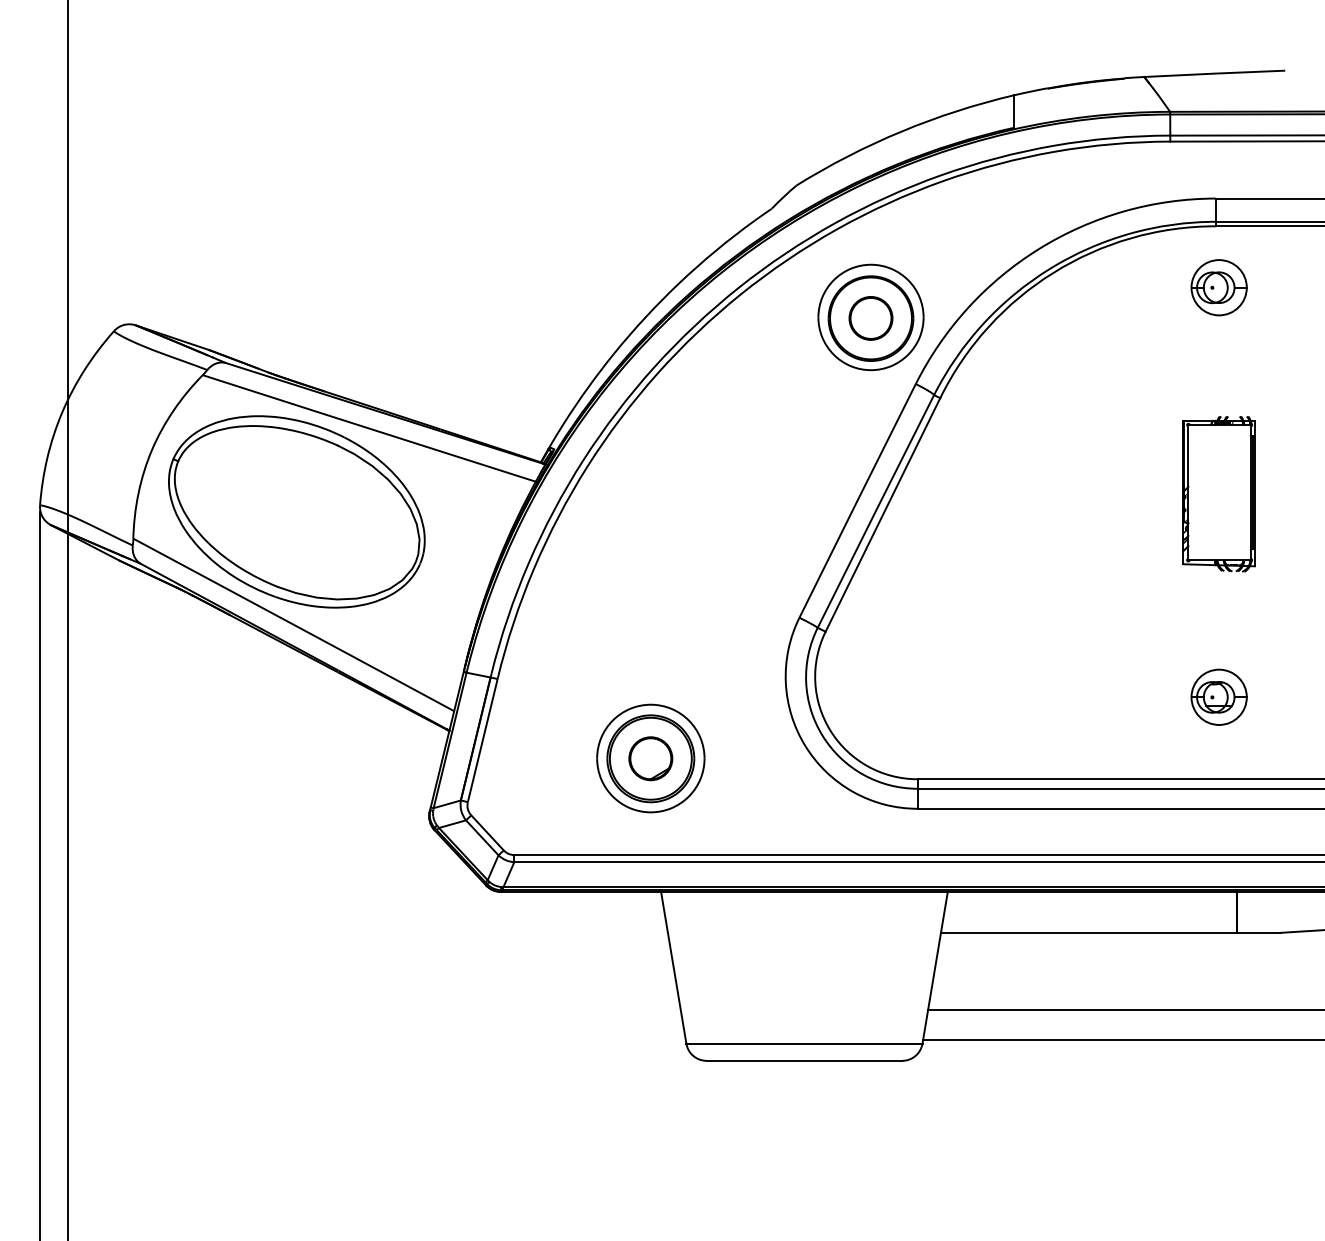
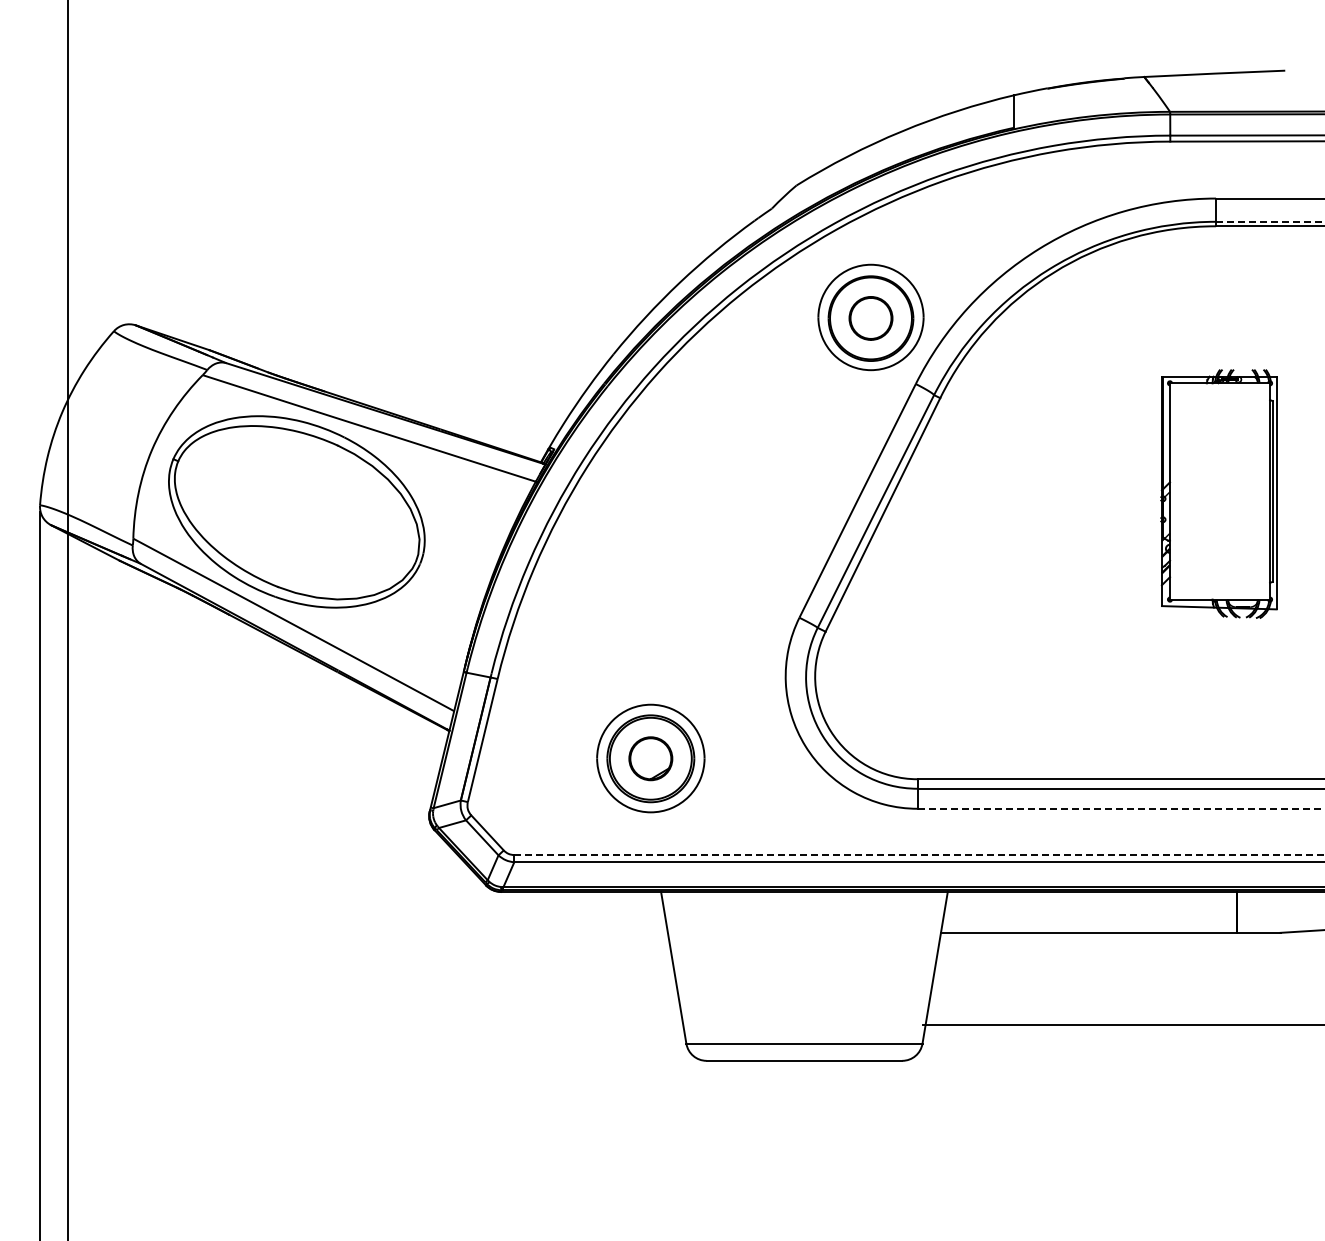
line at (1270, 221): solid -> dashed
part at (1218, 287): present -> none
part at (1218, 494) size: 74x157 px -> 118x250 px
part at (1218, 696): present -> none
line at (1120, 808): solid -> dashed
line at (919, 855): solid -> dashed
line at (1124, 1009): present -> none
line at (1122, 1040) position: (1122, 1040) -> (1122, 1025)
